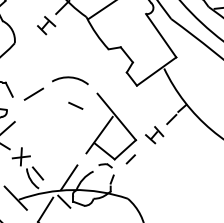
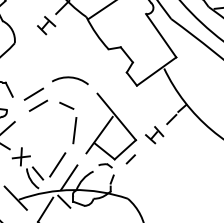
line at (37, 105): none -> present
line at (75, 105) position: (75, 105) -> (66, 105)
line at (74, 130): none -> present
line at (57, 164): none -> present
